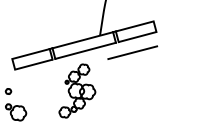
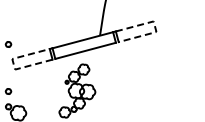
line at (155, 27): solid -> dashed
part at (8, 44): none -> present
line at (132, 52): present -> none
line at (13, 63): solid -> dashed
